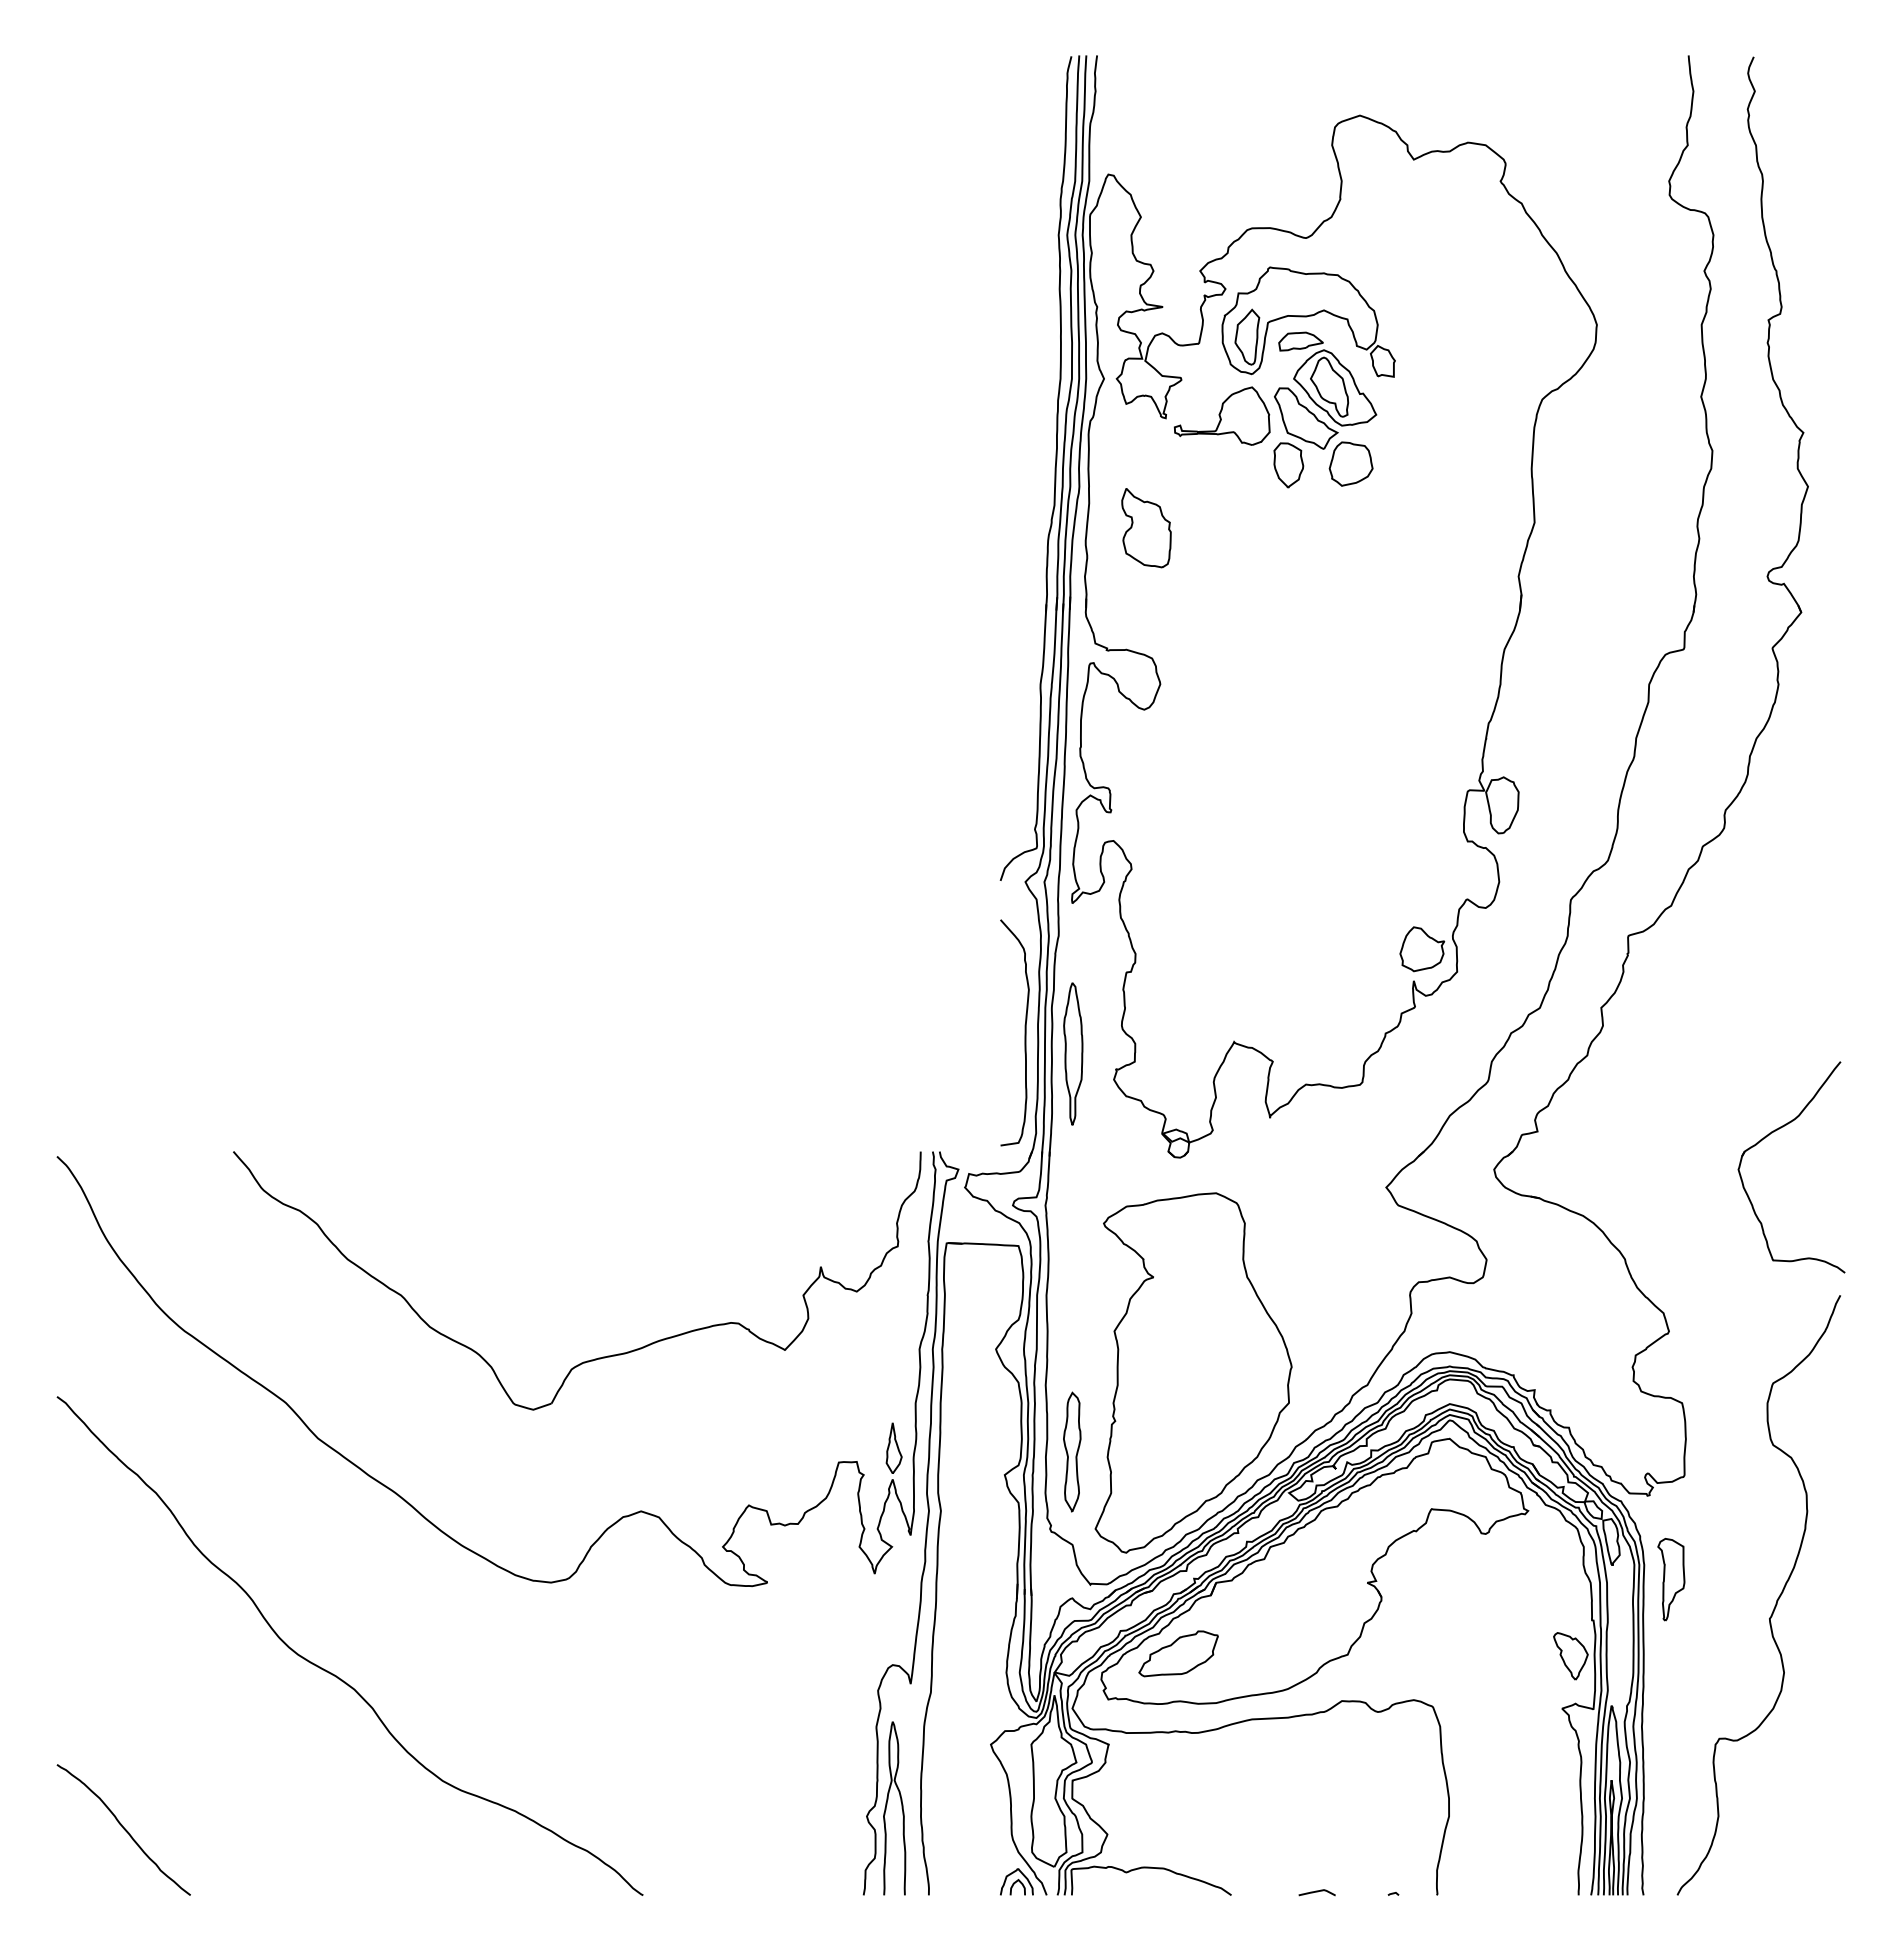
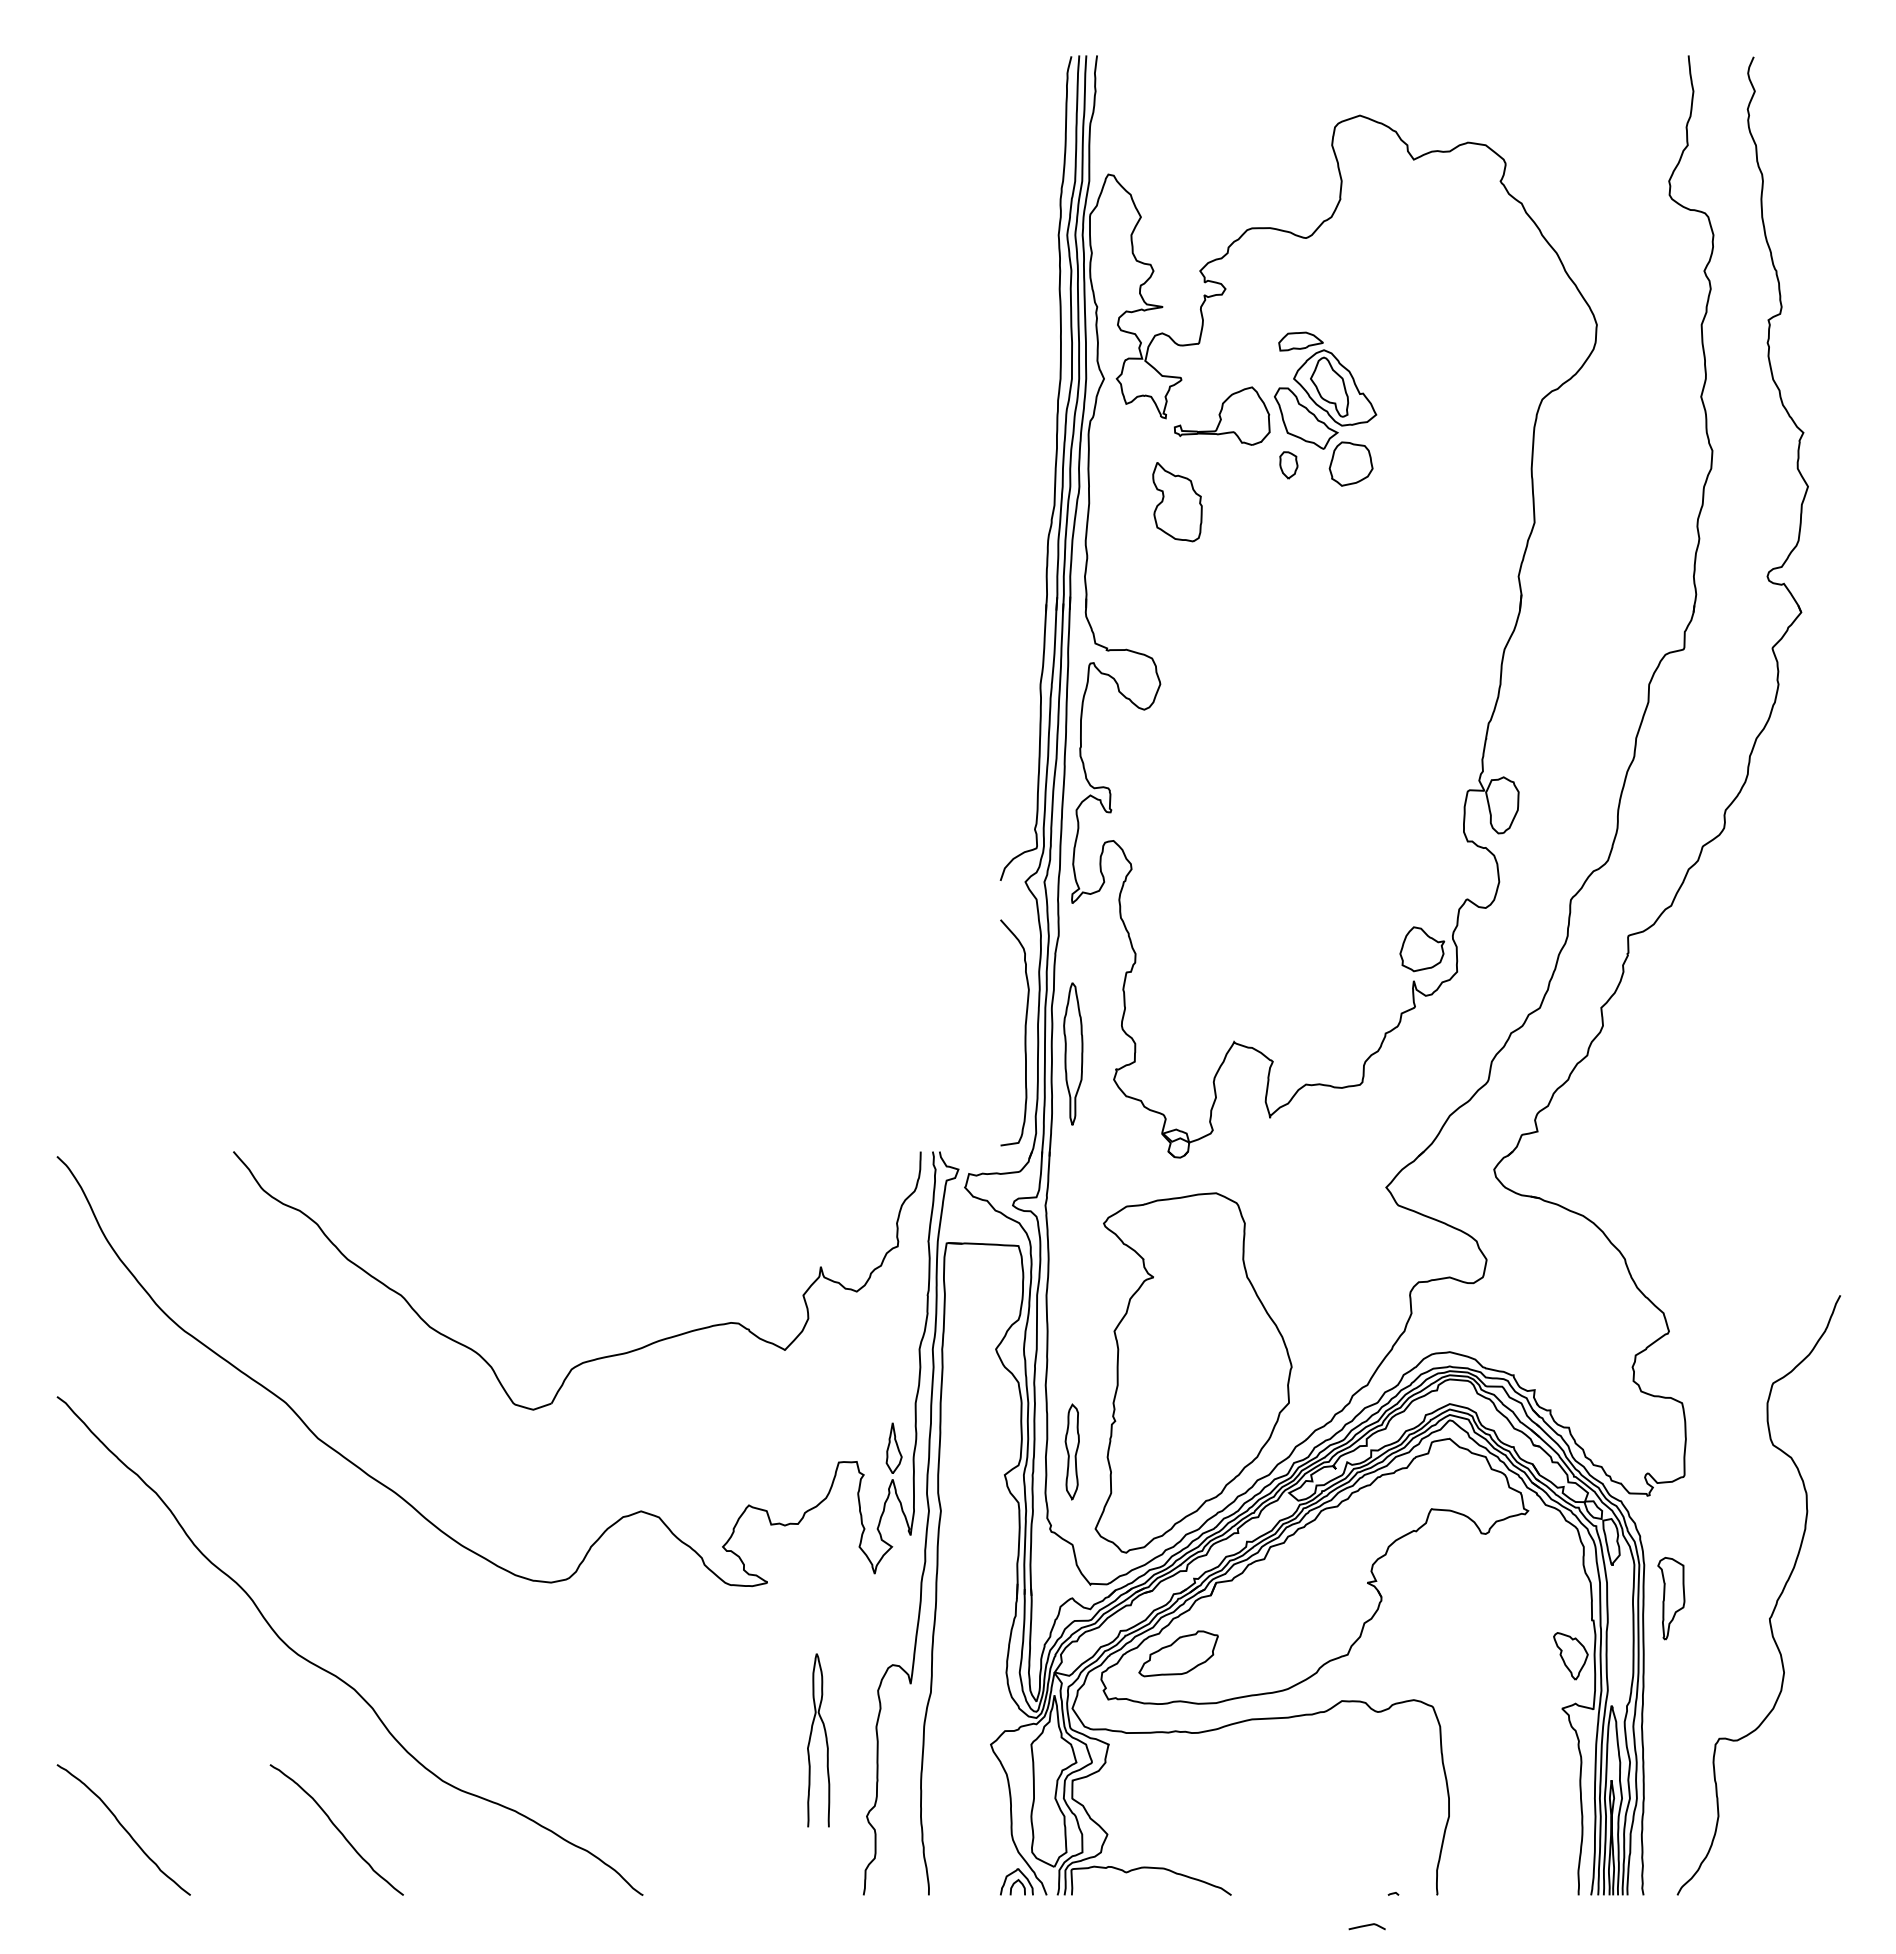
part at (1308, 321): present -> none
part at (1288, 465) size: 32x47 px -> 20x29 px
part at (1146, 528) position: (1146, 528) -> (1177, 502)
part at (1768, 1136): present -> none
part at (1072, 1451) size: 19x122 px -> 16x98 px
part at (1671, 1579) position: (1671, 1579) -> (1671, 1598)
curve at (901, 1808) position: (901, 1808) -> (825, 1740)
curve at (336, 1829): none -> present
curve at (1316, 1892) position: (1316, 1892) -> (1366, 1926)
